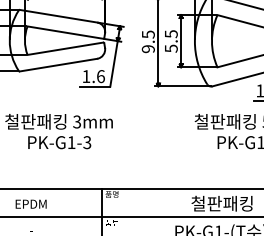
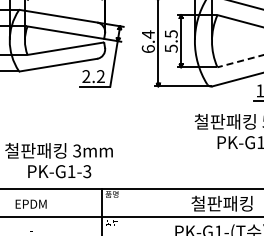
text at (147, 41): 9.5 -> 6.4
line at (240, 61): solid -> dashed
text at (93, 76): 1.6 -> 2.2
text at (58, 131) position: (58, 131) -> (58, 160)
